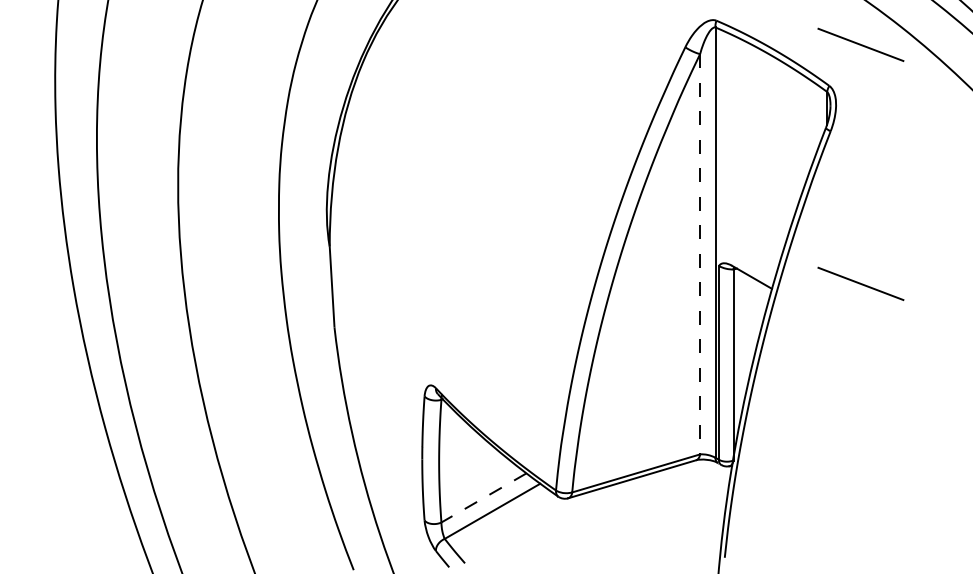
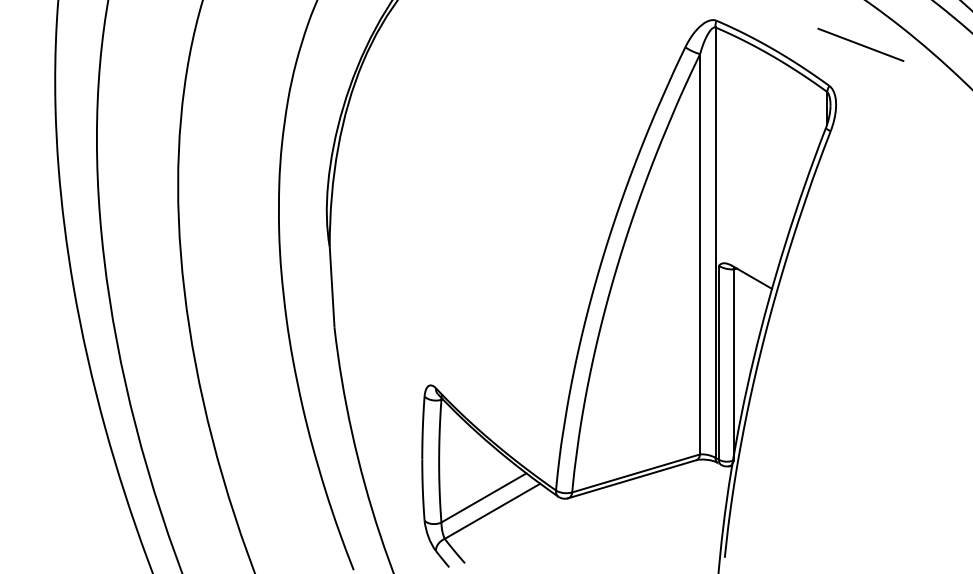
line at (700, 254): dashed -> solid
line at (860, 283): present -> none
line at (483, 498): dashed -> solid
